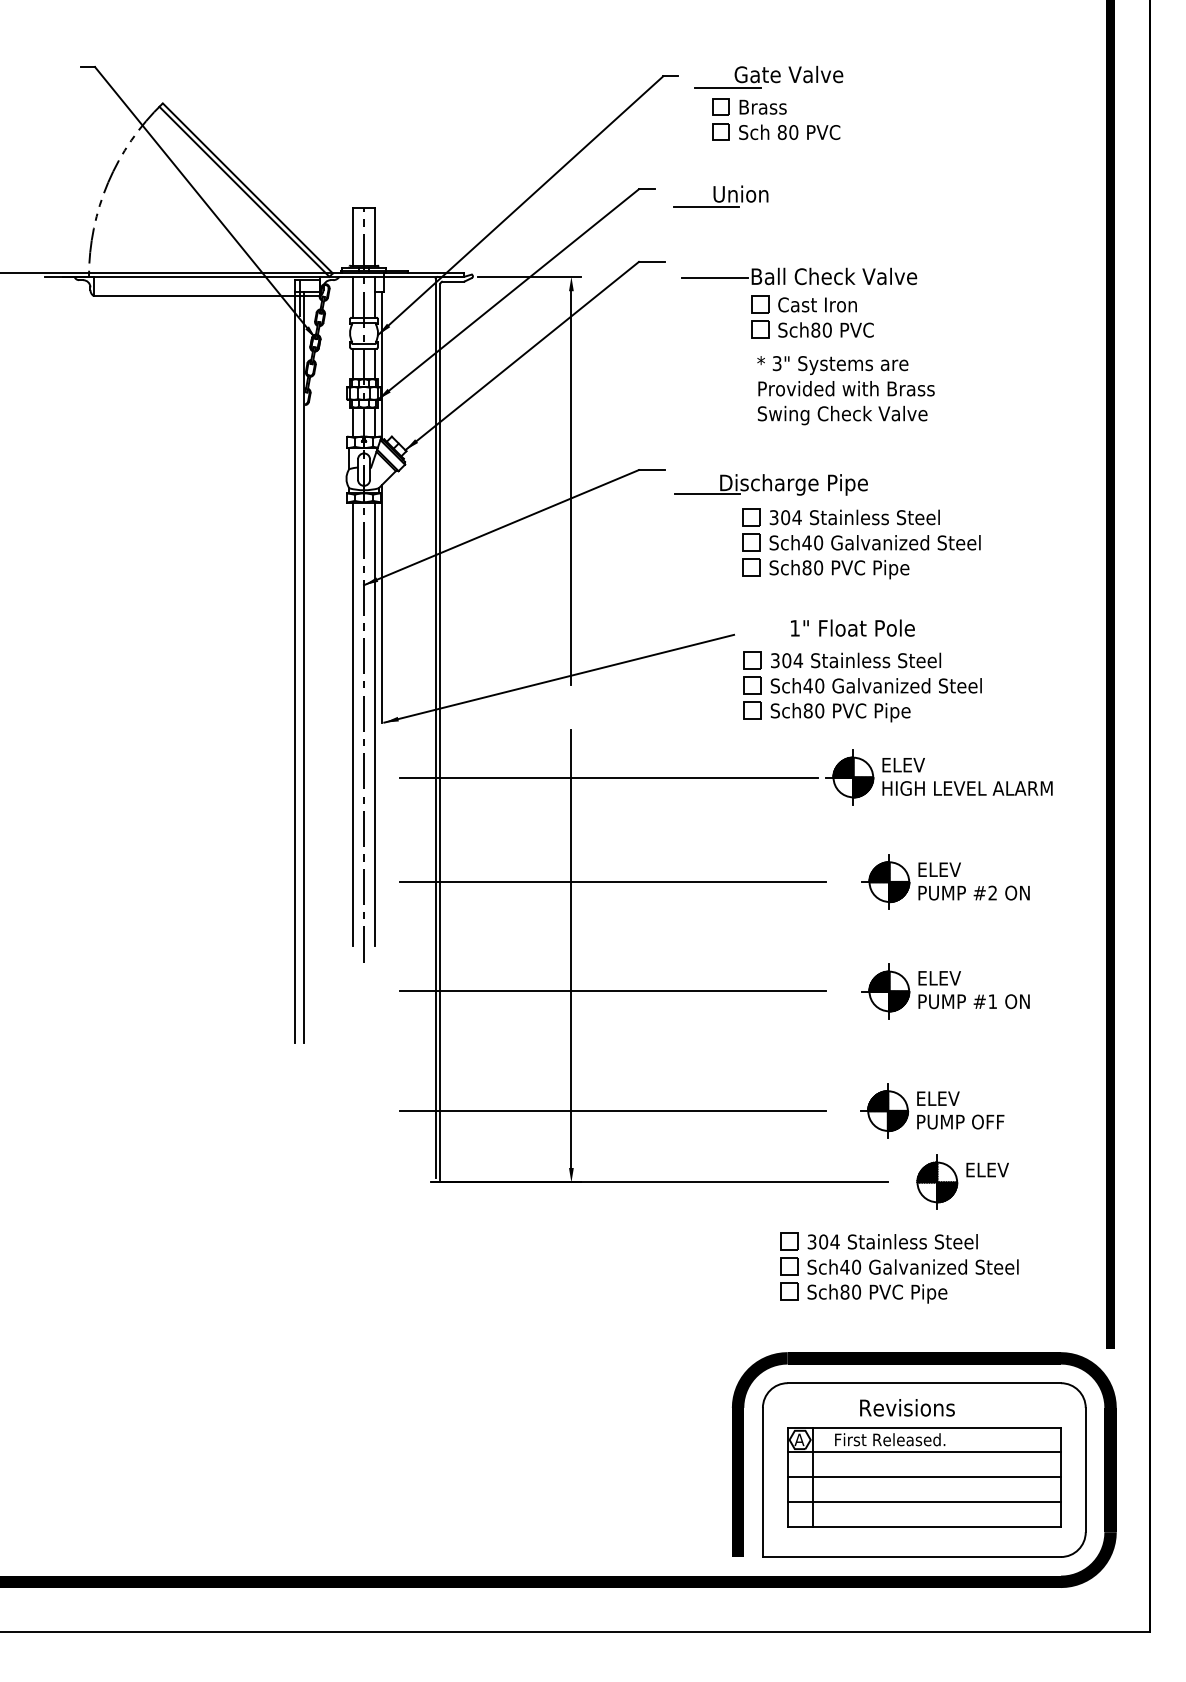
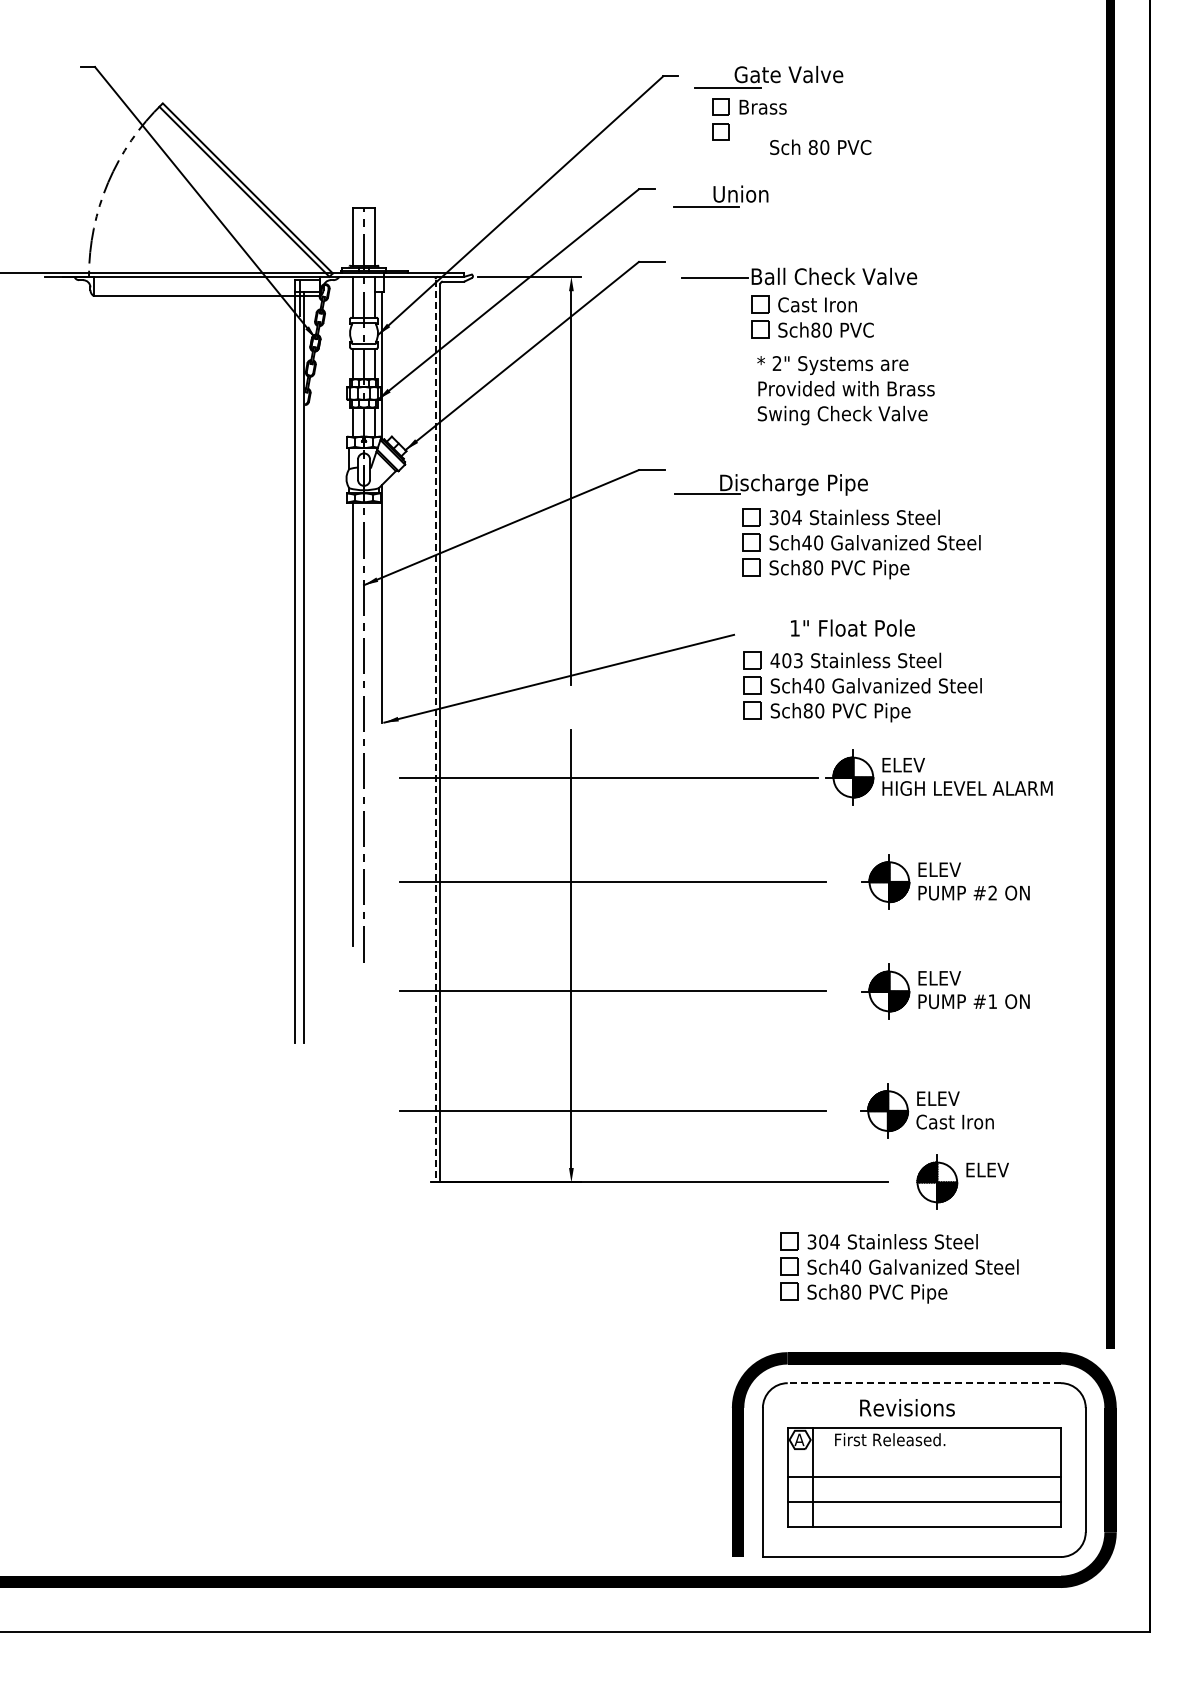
text at (789, 131) position: (789, 131) -> (820, 146)
text at (776, 363): 3" -> 2"
text at (786, 660): 304 -> 403
line at (375, 724): present -> none
line at (435, 727): solid -> dashed
text at (960, 1121): PUMP OFF -> Cast Iron
line at (924, 1383): solid -> dashed
line at (923, 1452): present -> none
